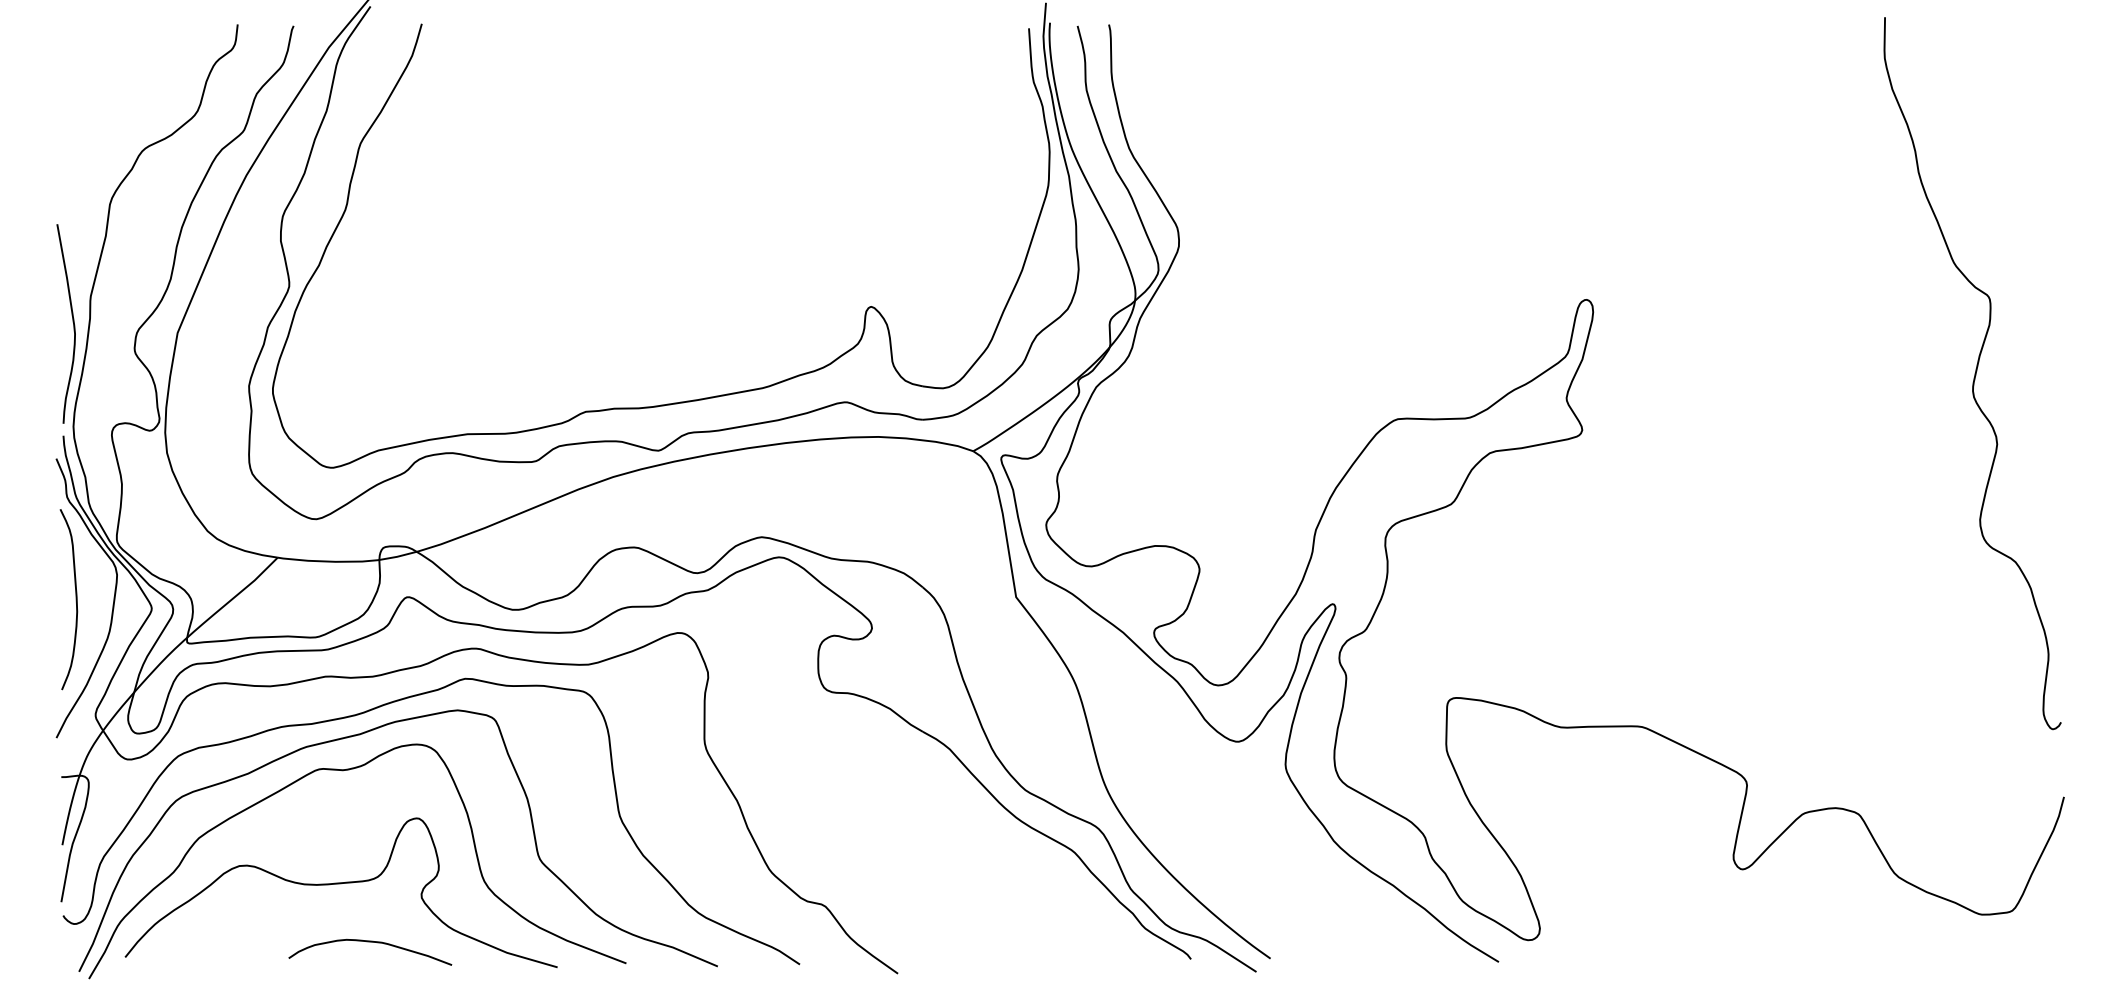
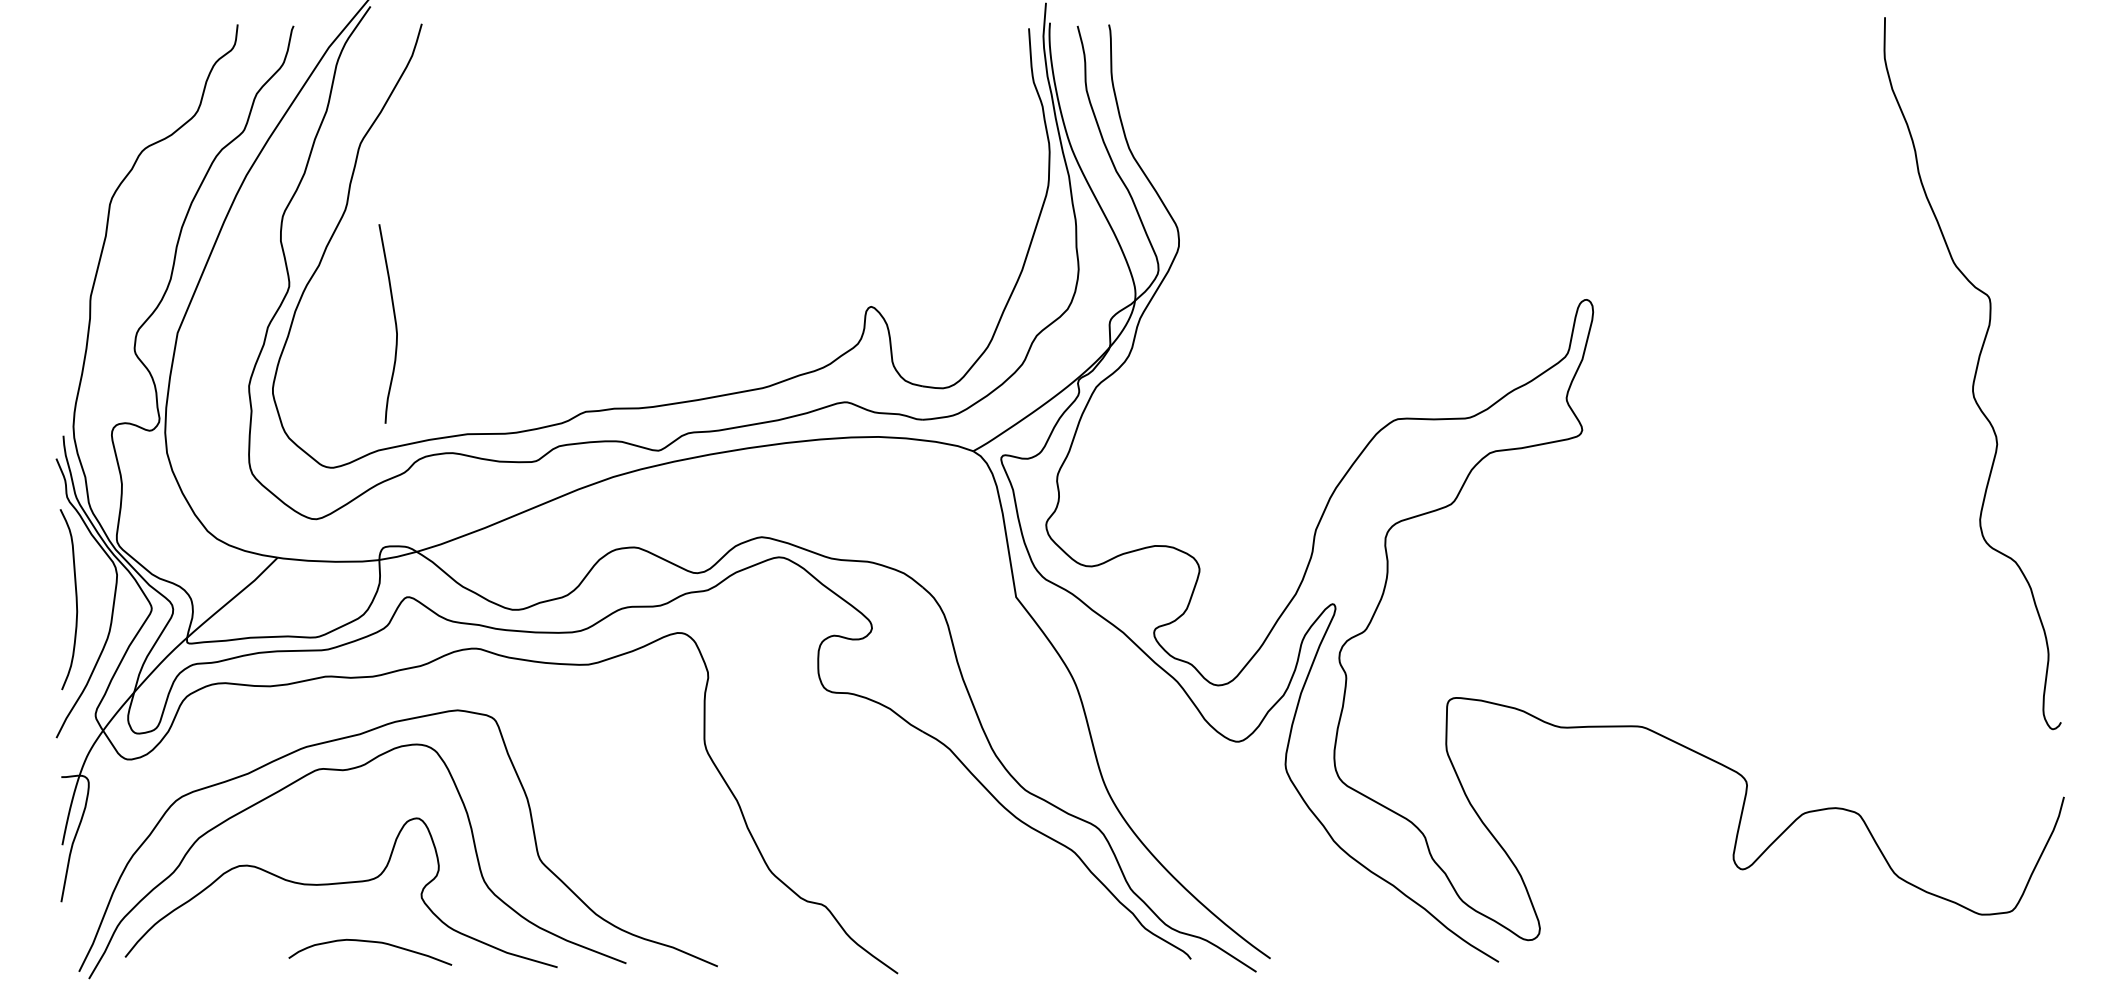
curve at (72, 322) position: (72, 322) -> (394, 322)
curve at (392, 703): present -> none
